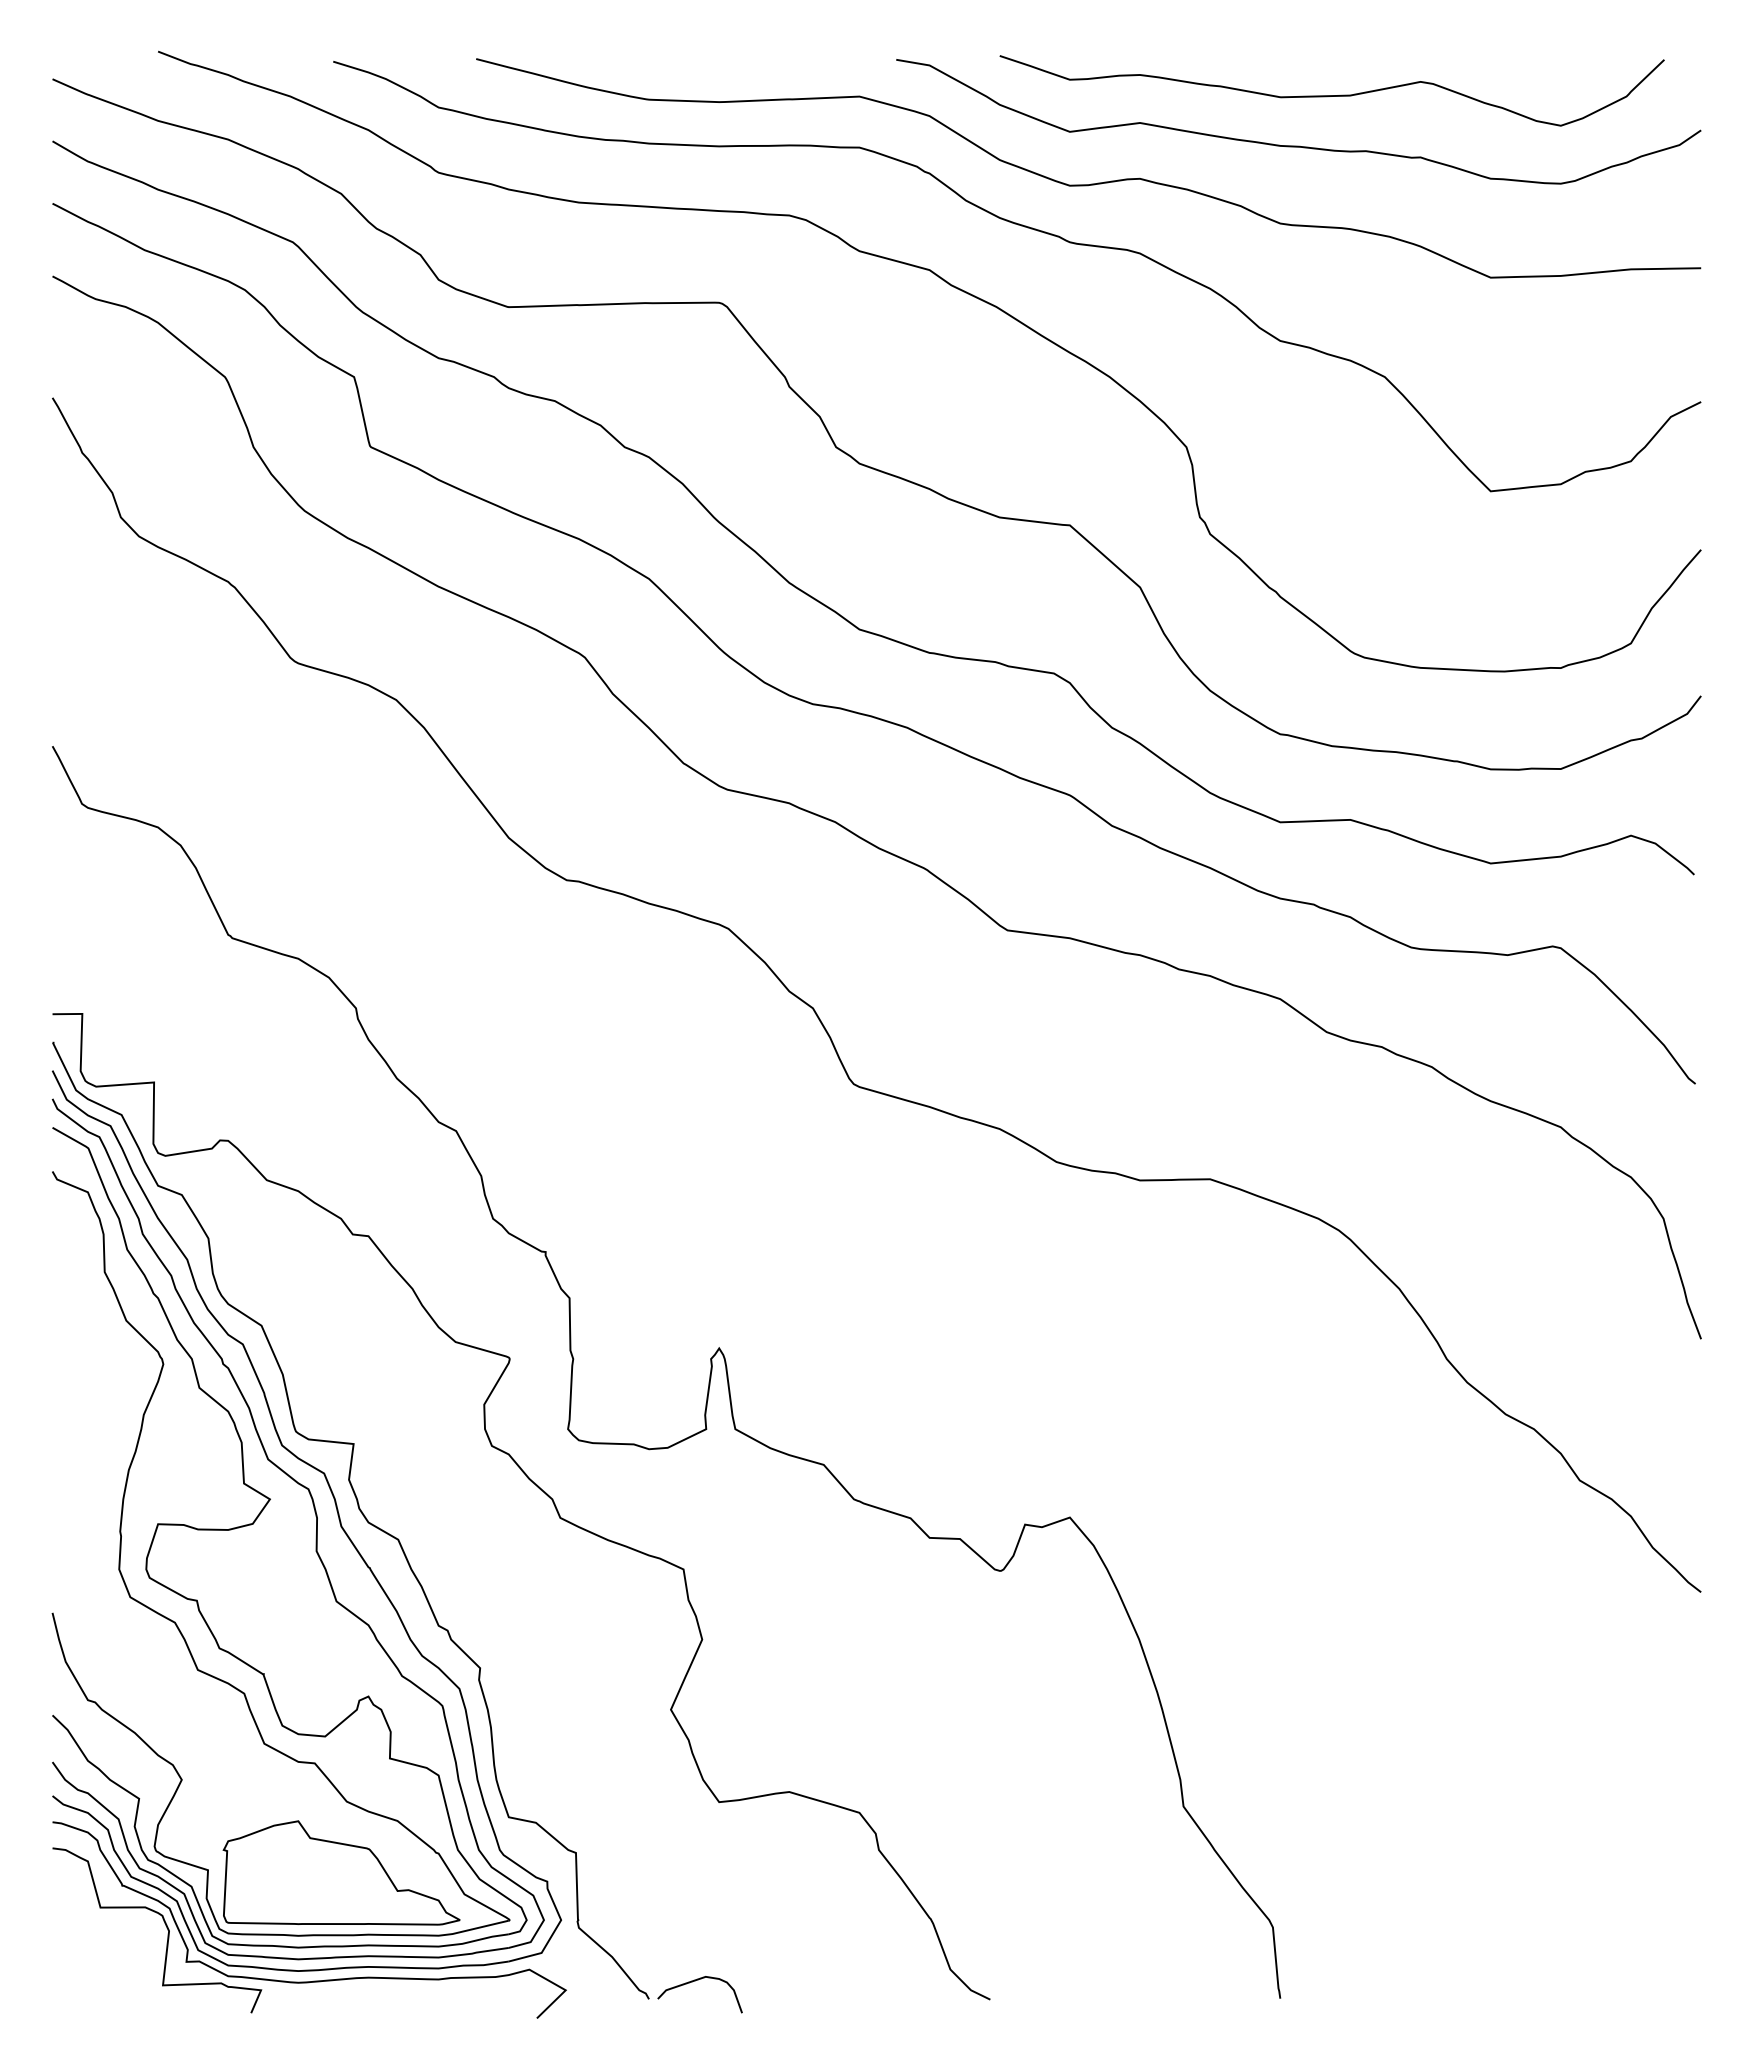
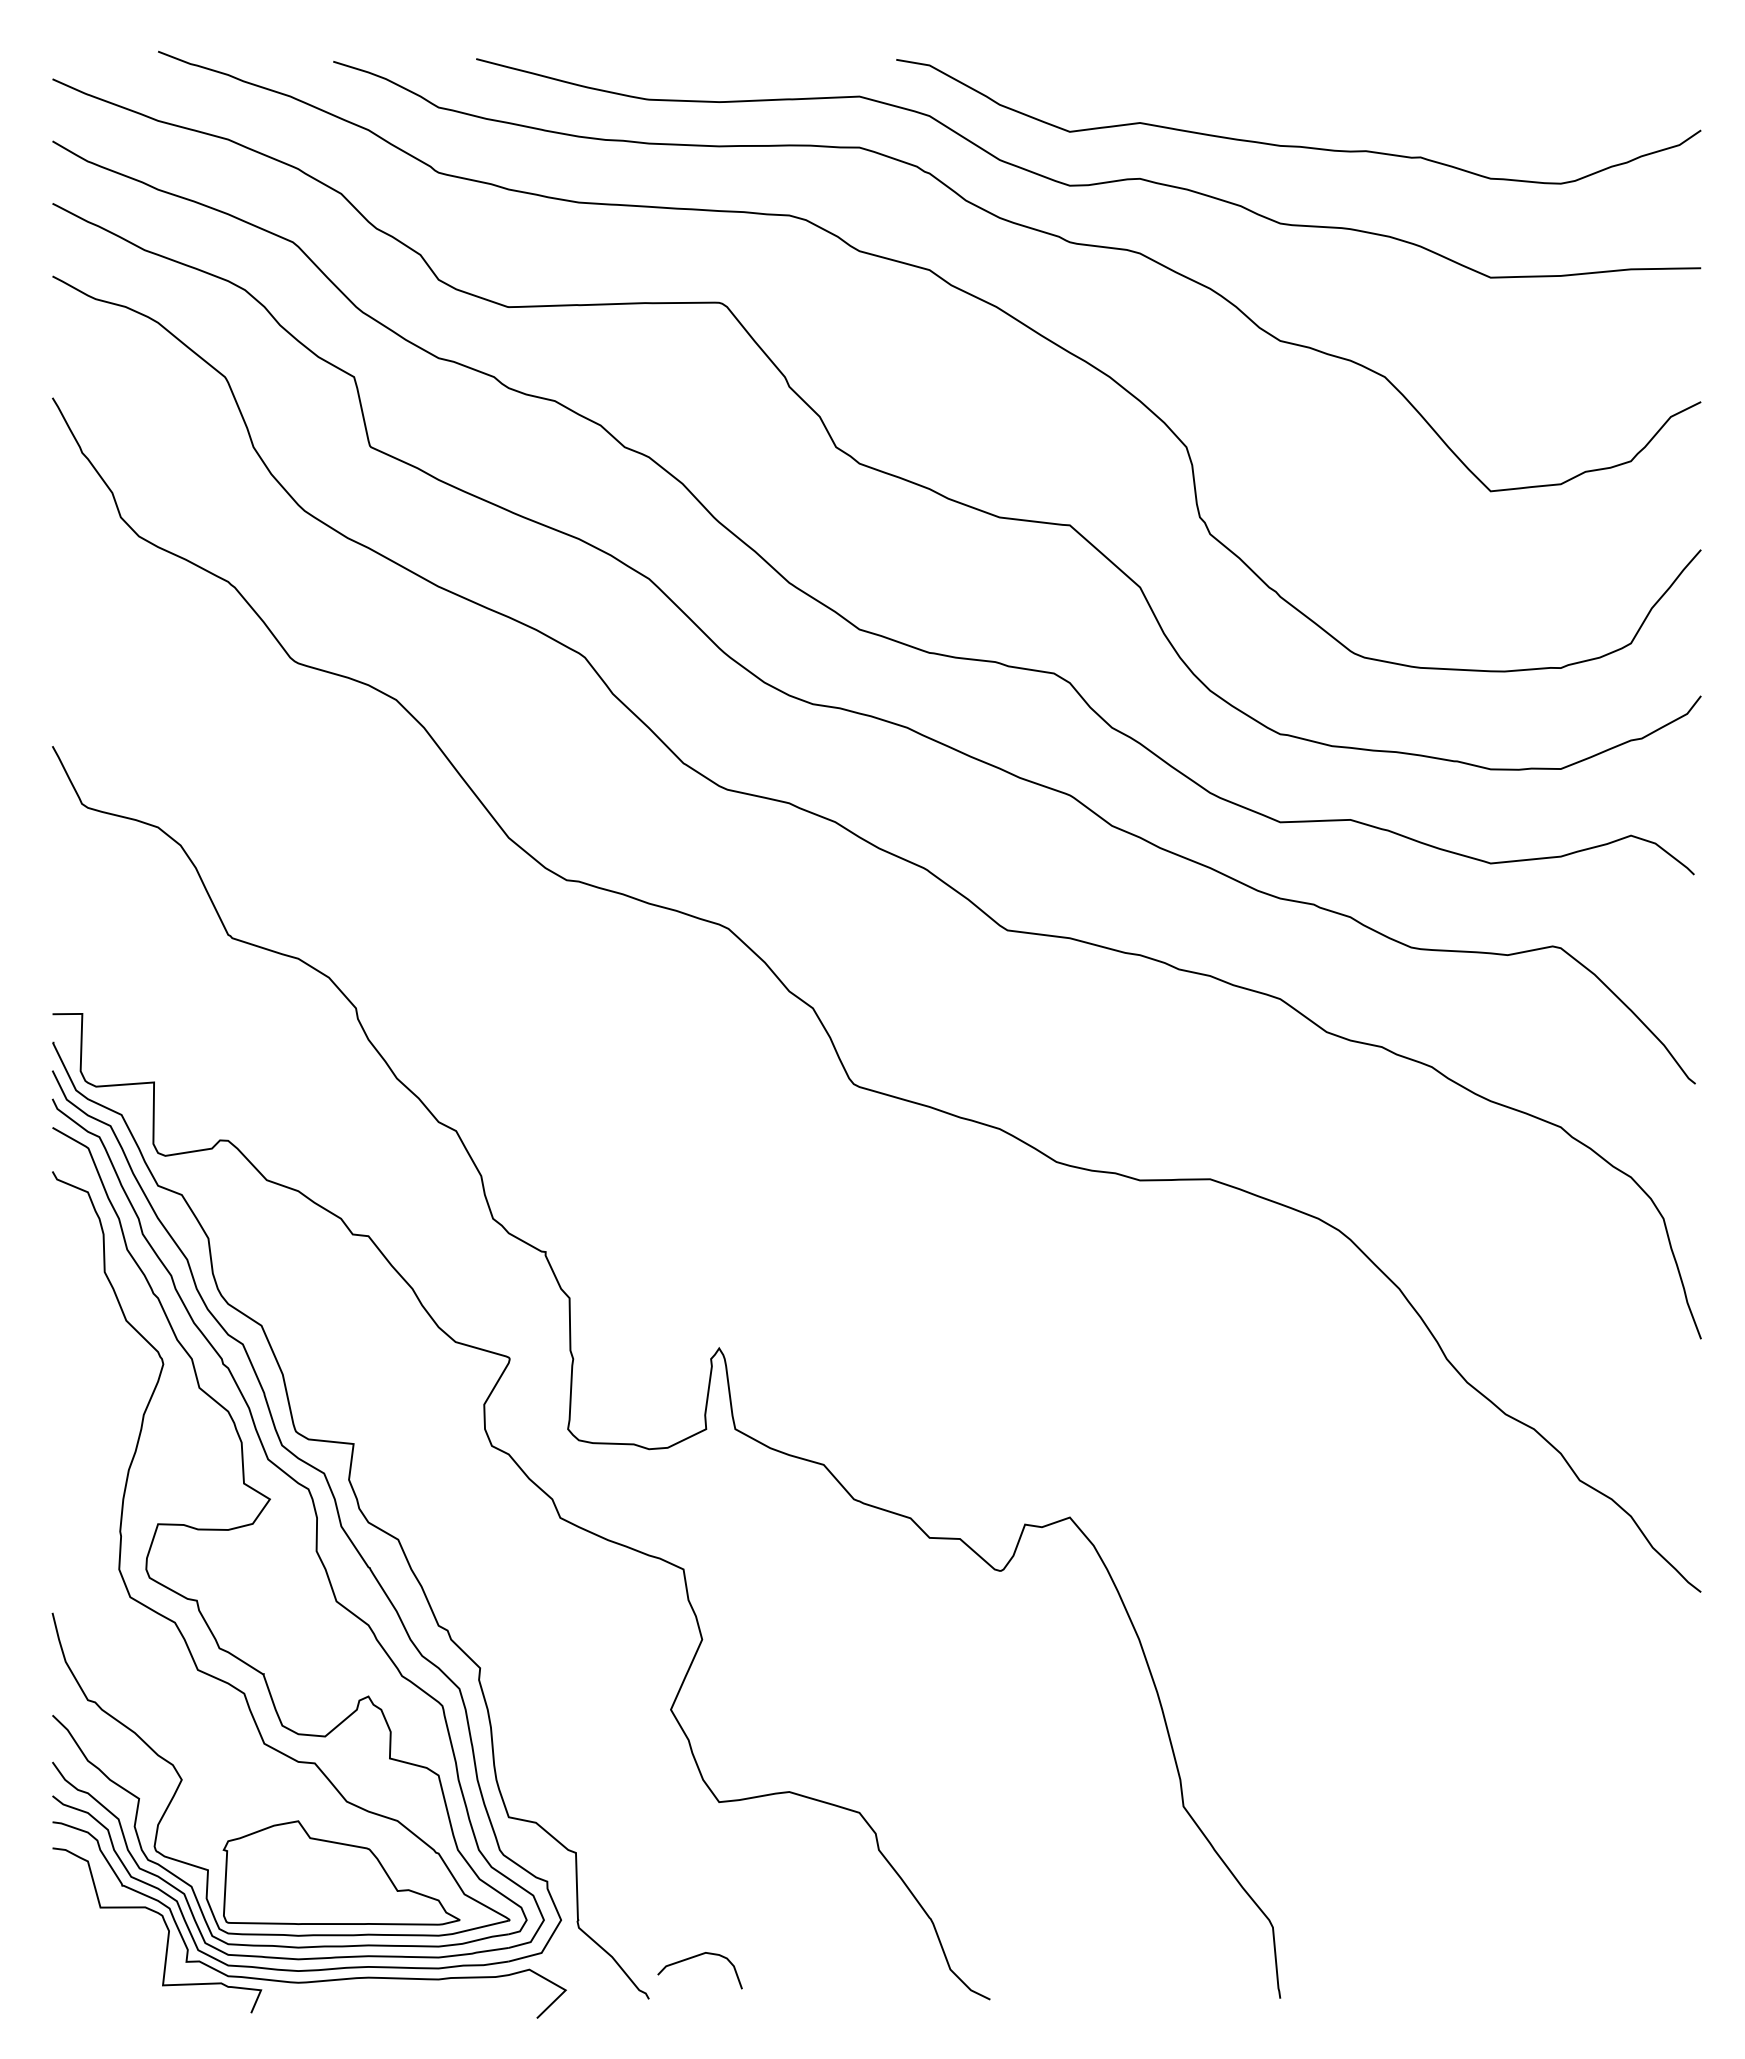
curve at (1331, 95): present -> none
curve at (695, 1981) position: (695, 1981) -> (695, 1957)
